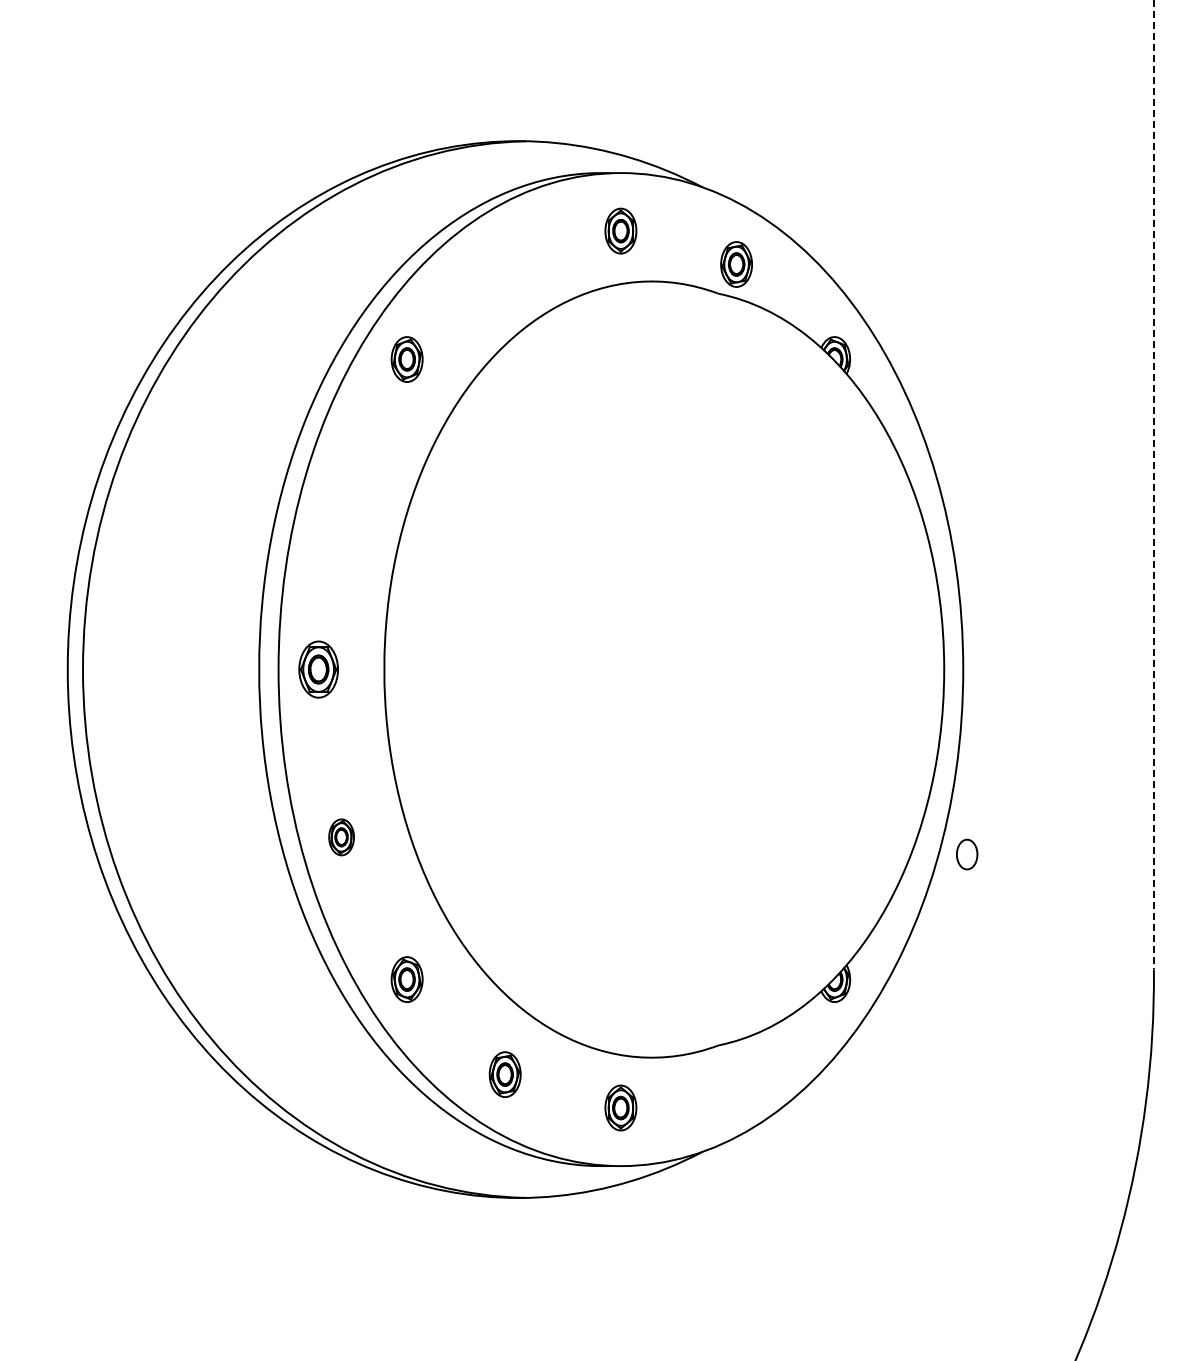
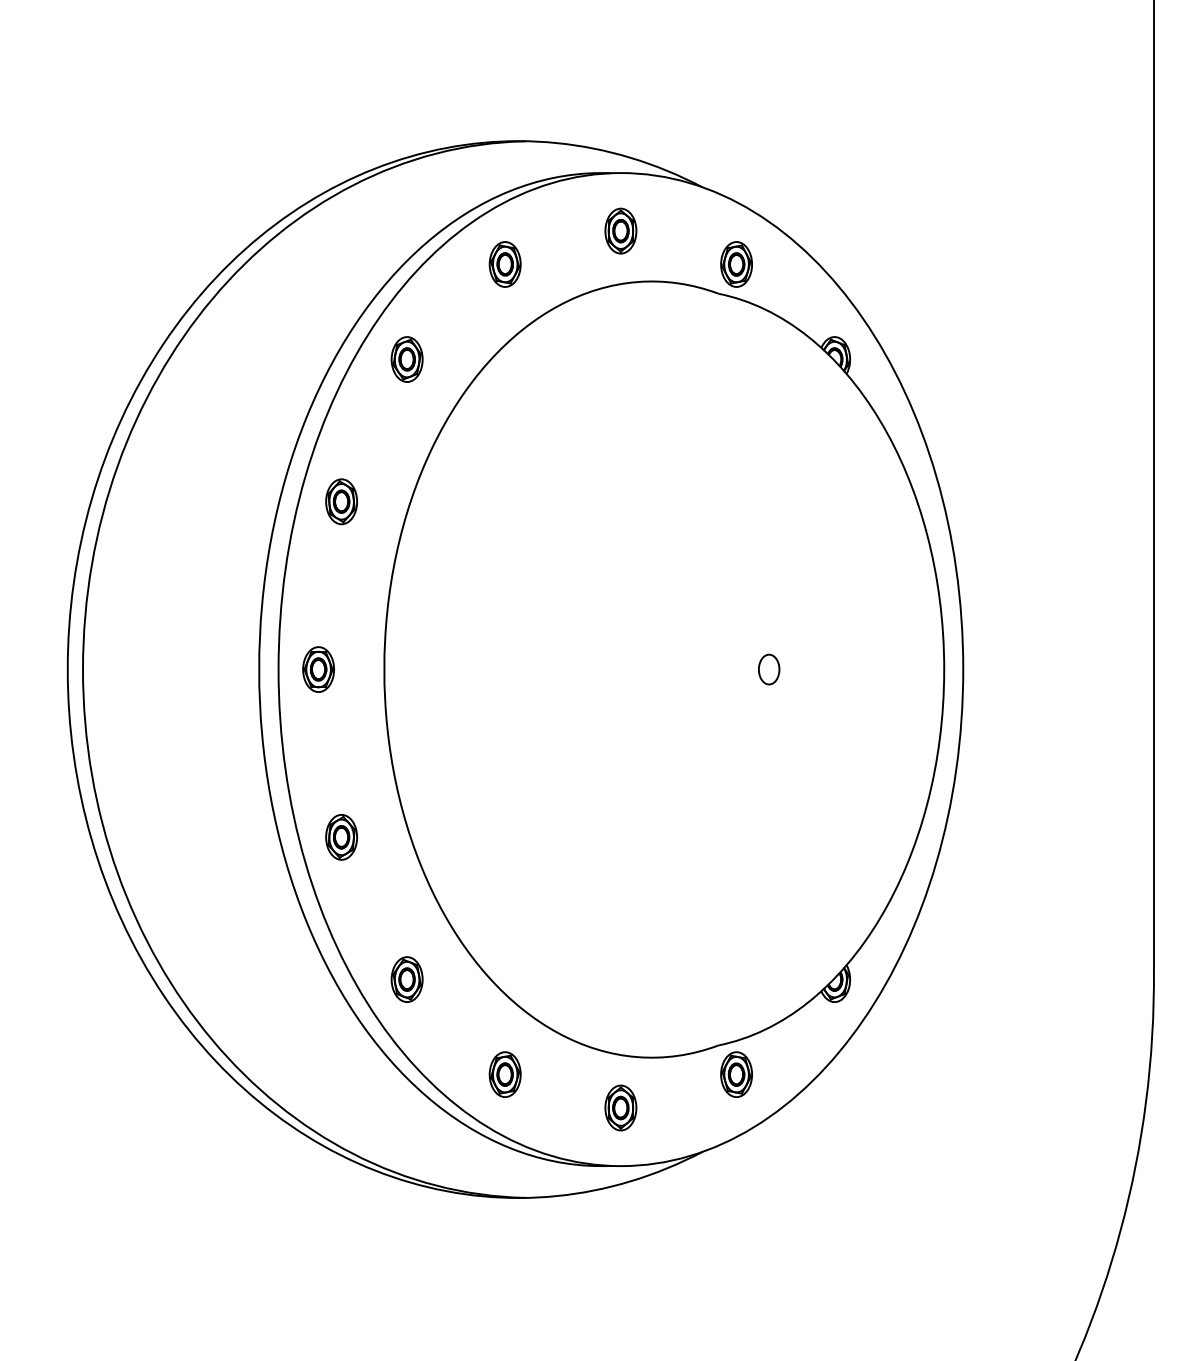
part at (504, 264): none -> present
line at (1153, 485): dashed -> solid
part at (341, 501): none -> present
part at (318, 669) size: 41x59 px -> 33x47 px
part at (341, 837) size: 27x39 px -> 33x47 px
part at (967, 854) position: (967, 854) -> (769, 669)
part at (736, 1074): none -> present
